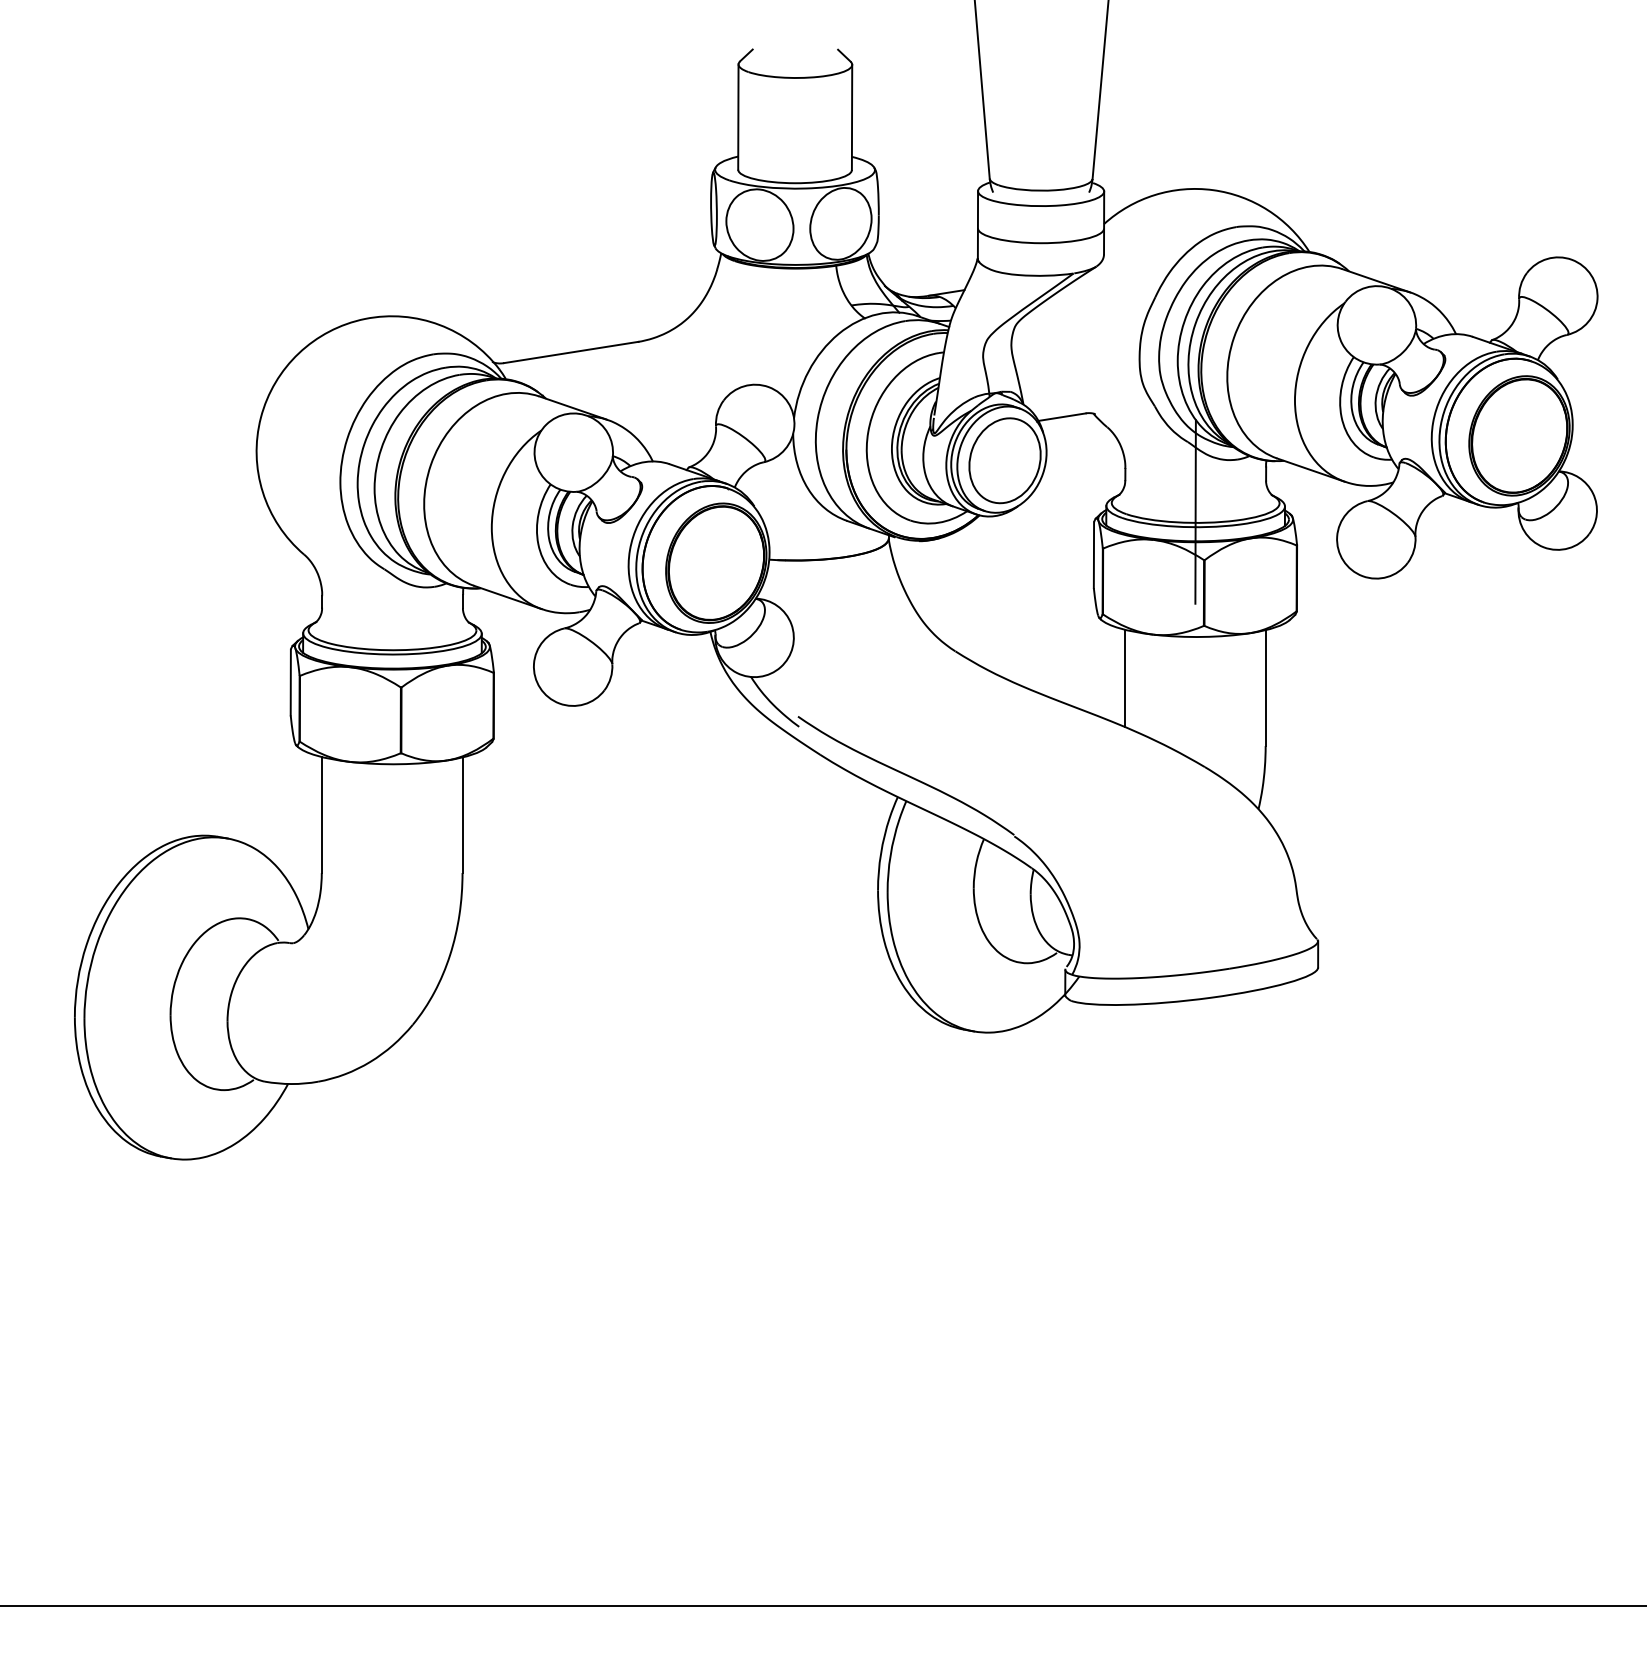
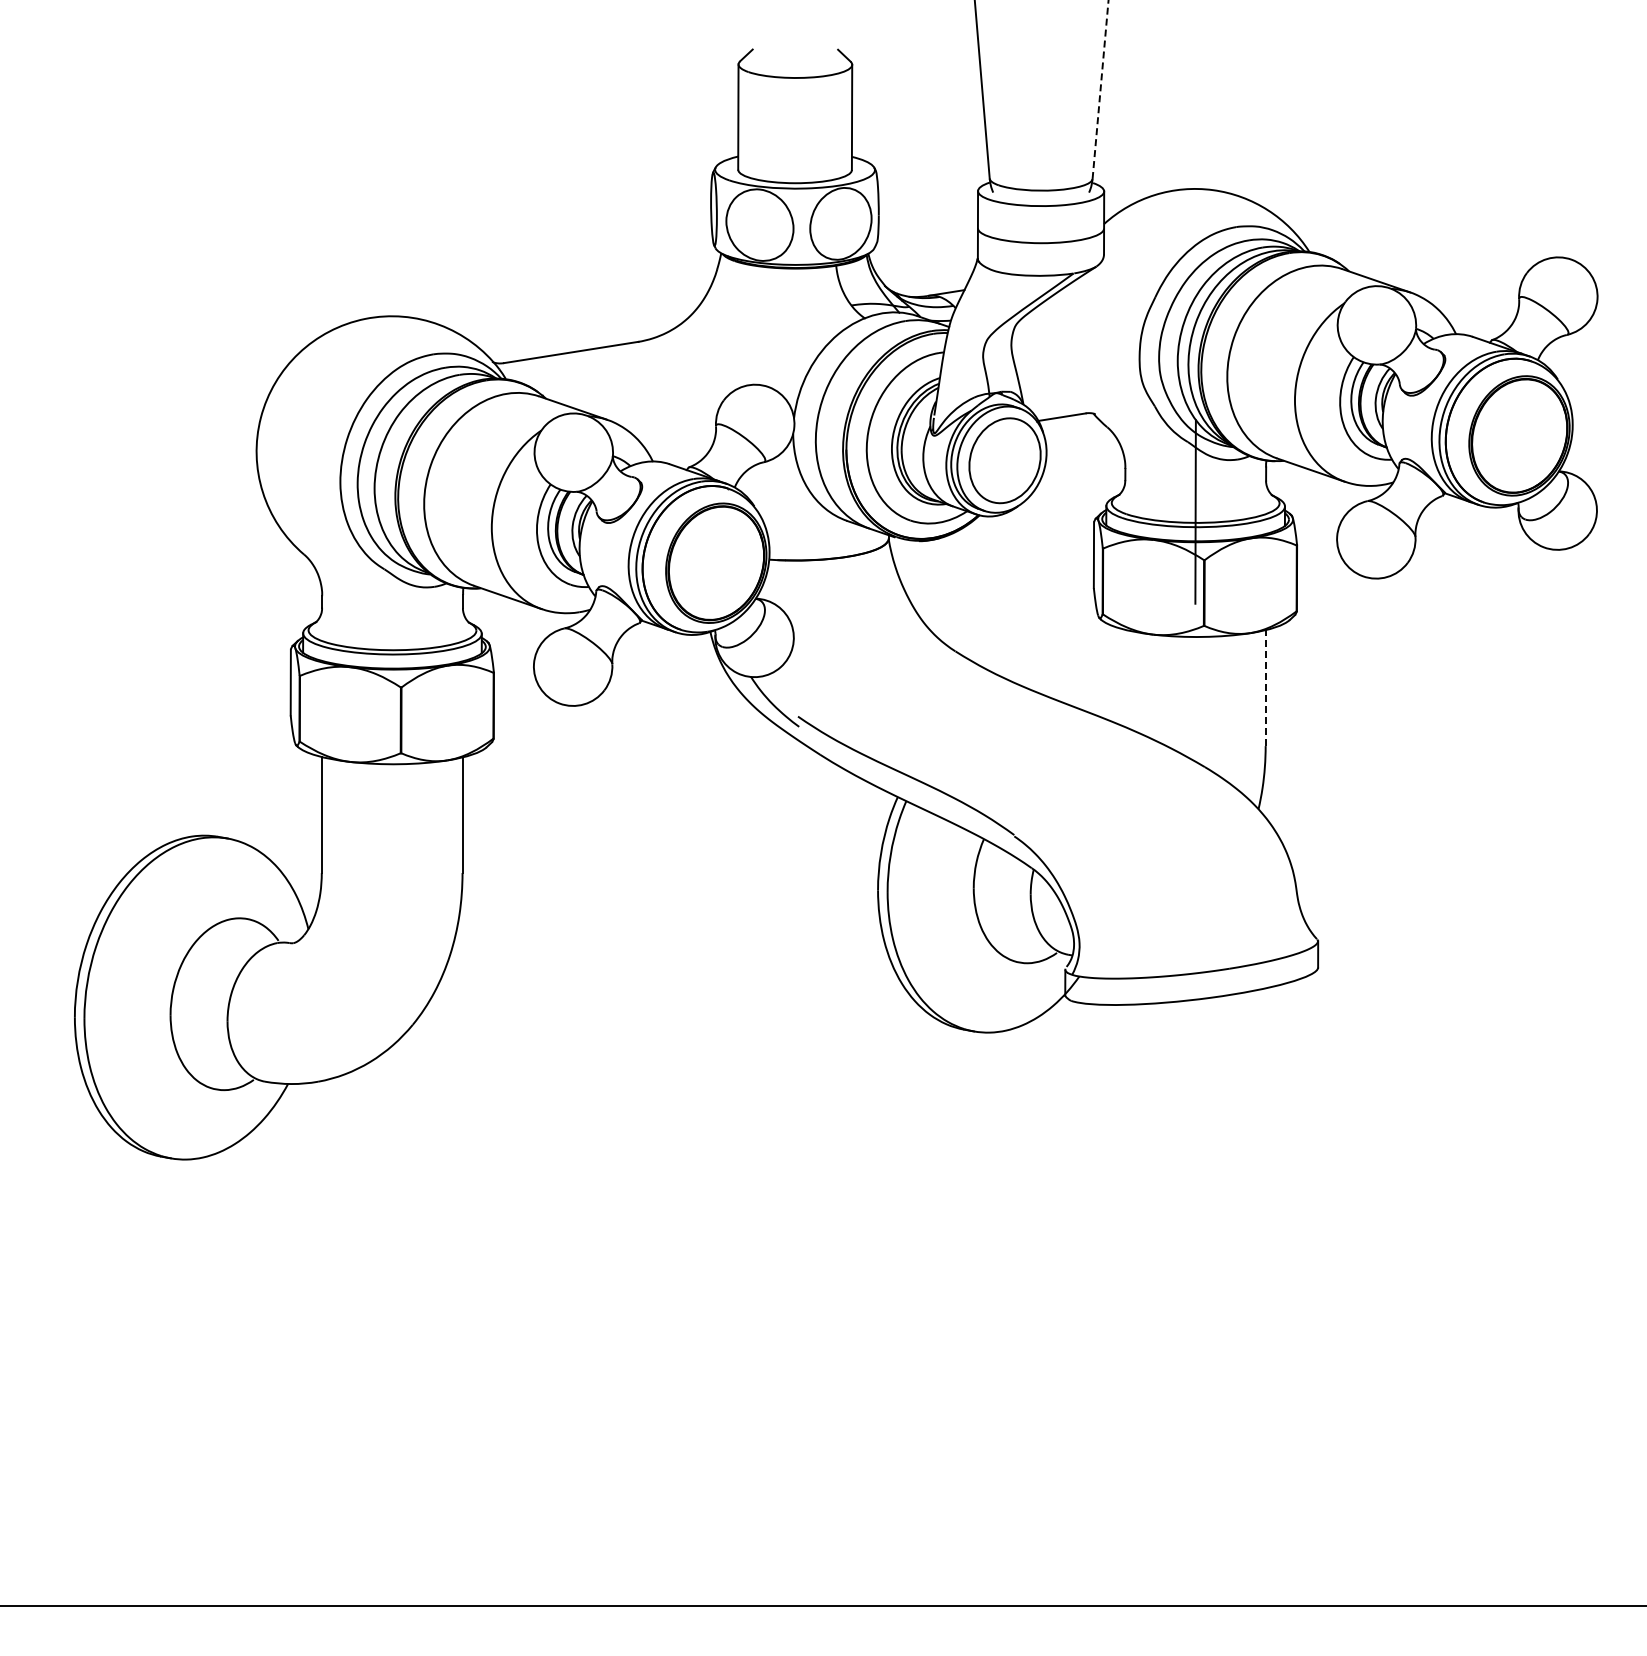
line at (1100, 89): solid -> dashed
line at (1124, 678): present -> none
line at (1265, 688): solid -> dashed
